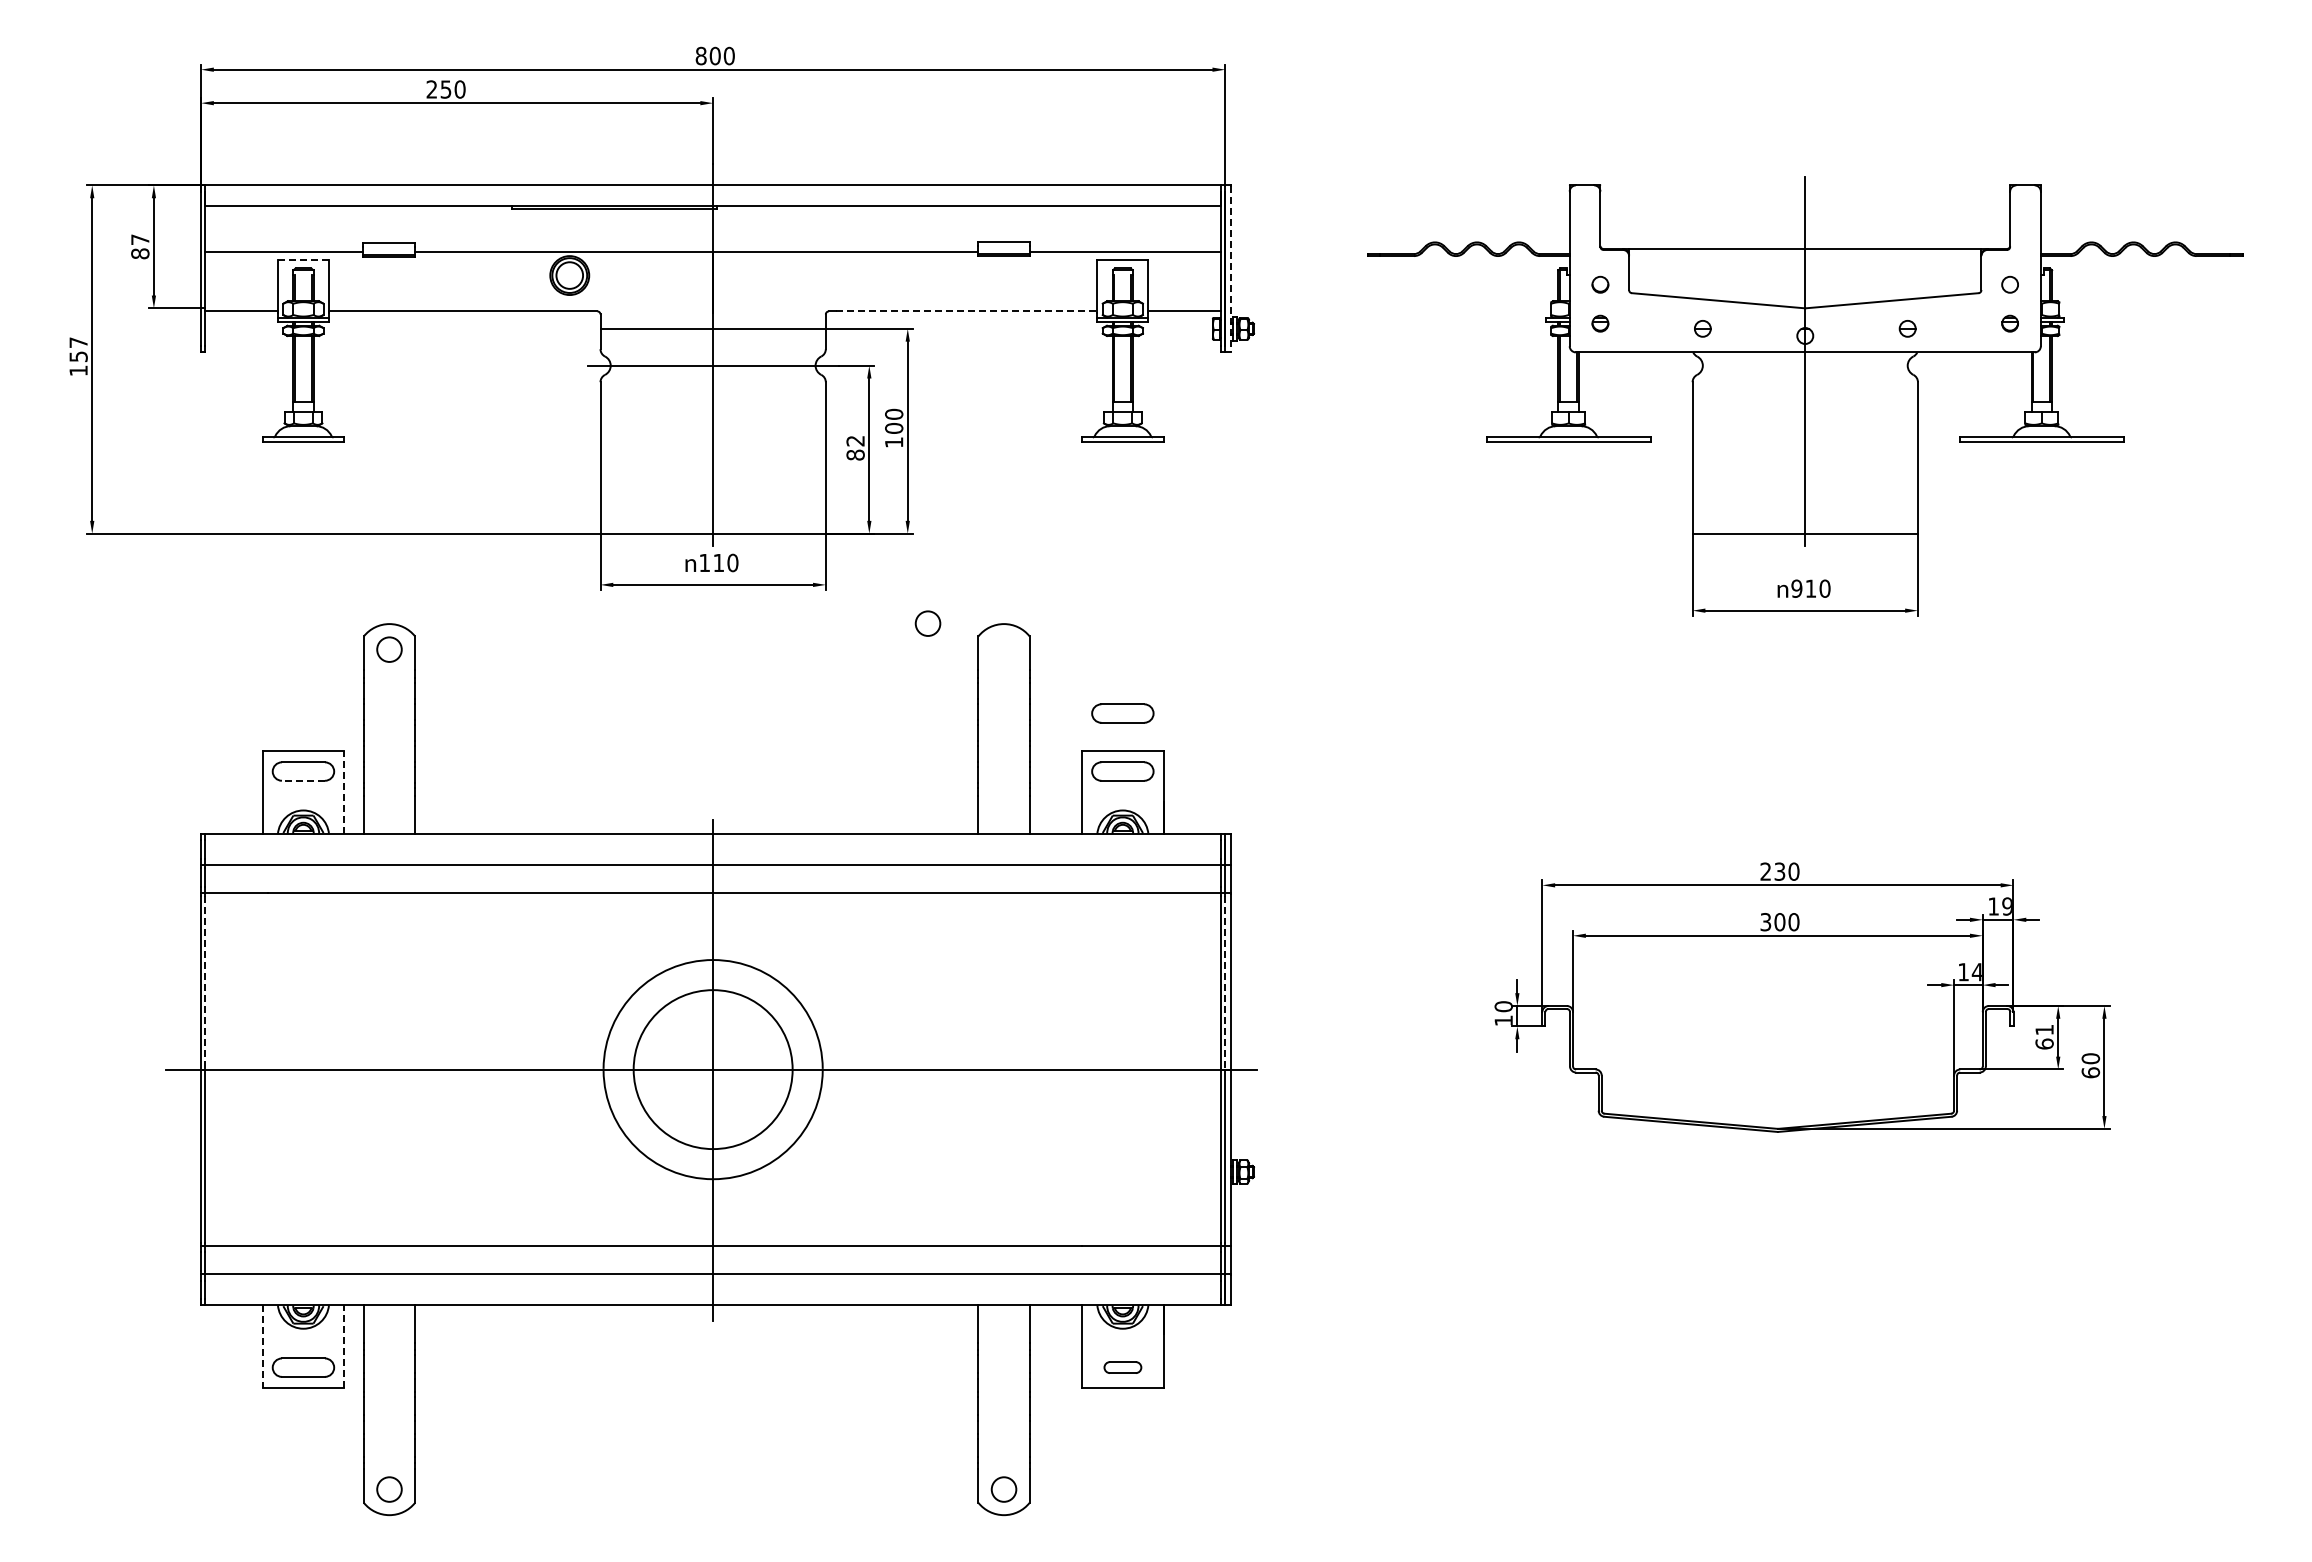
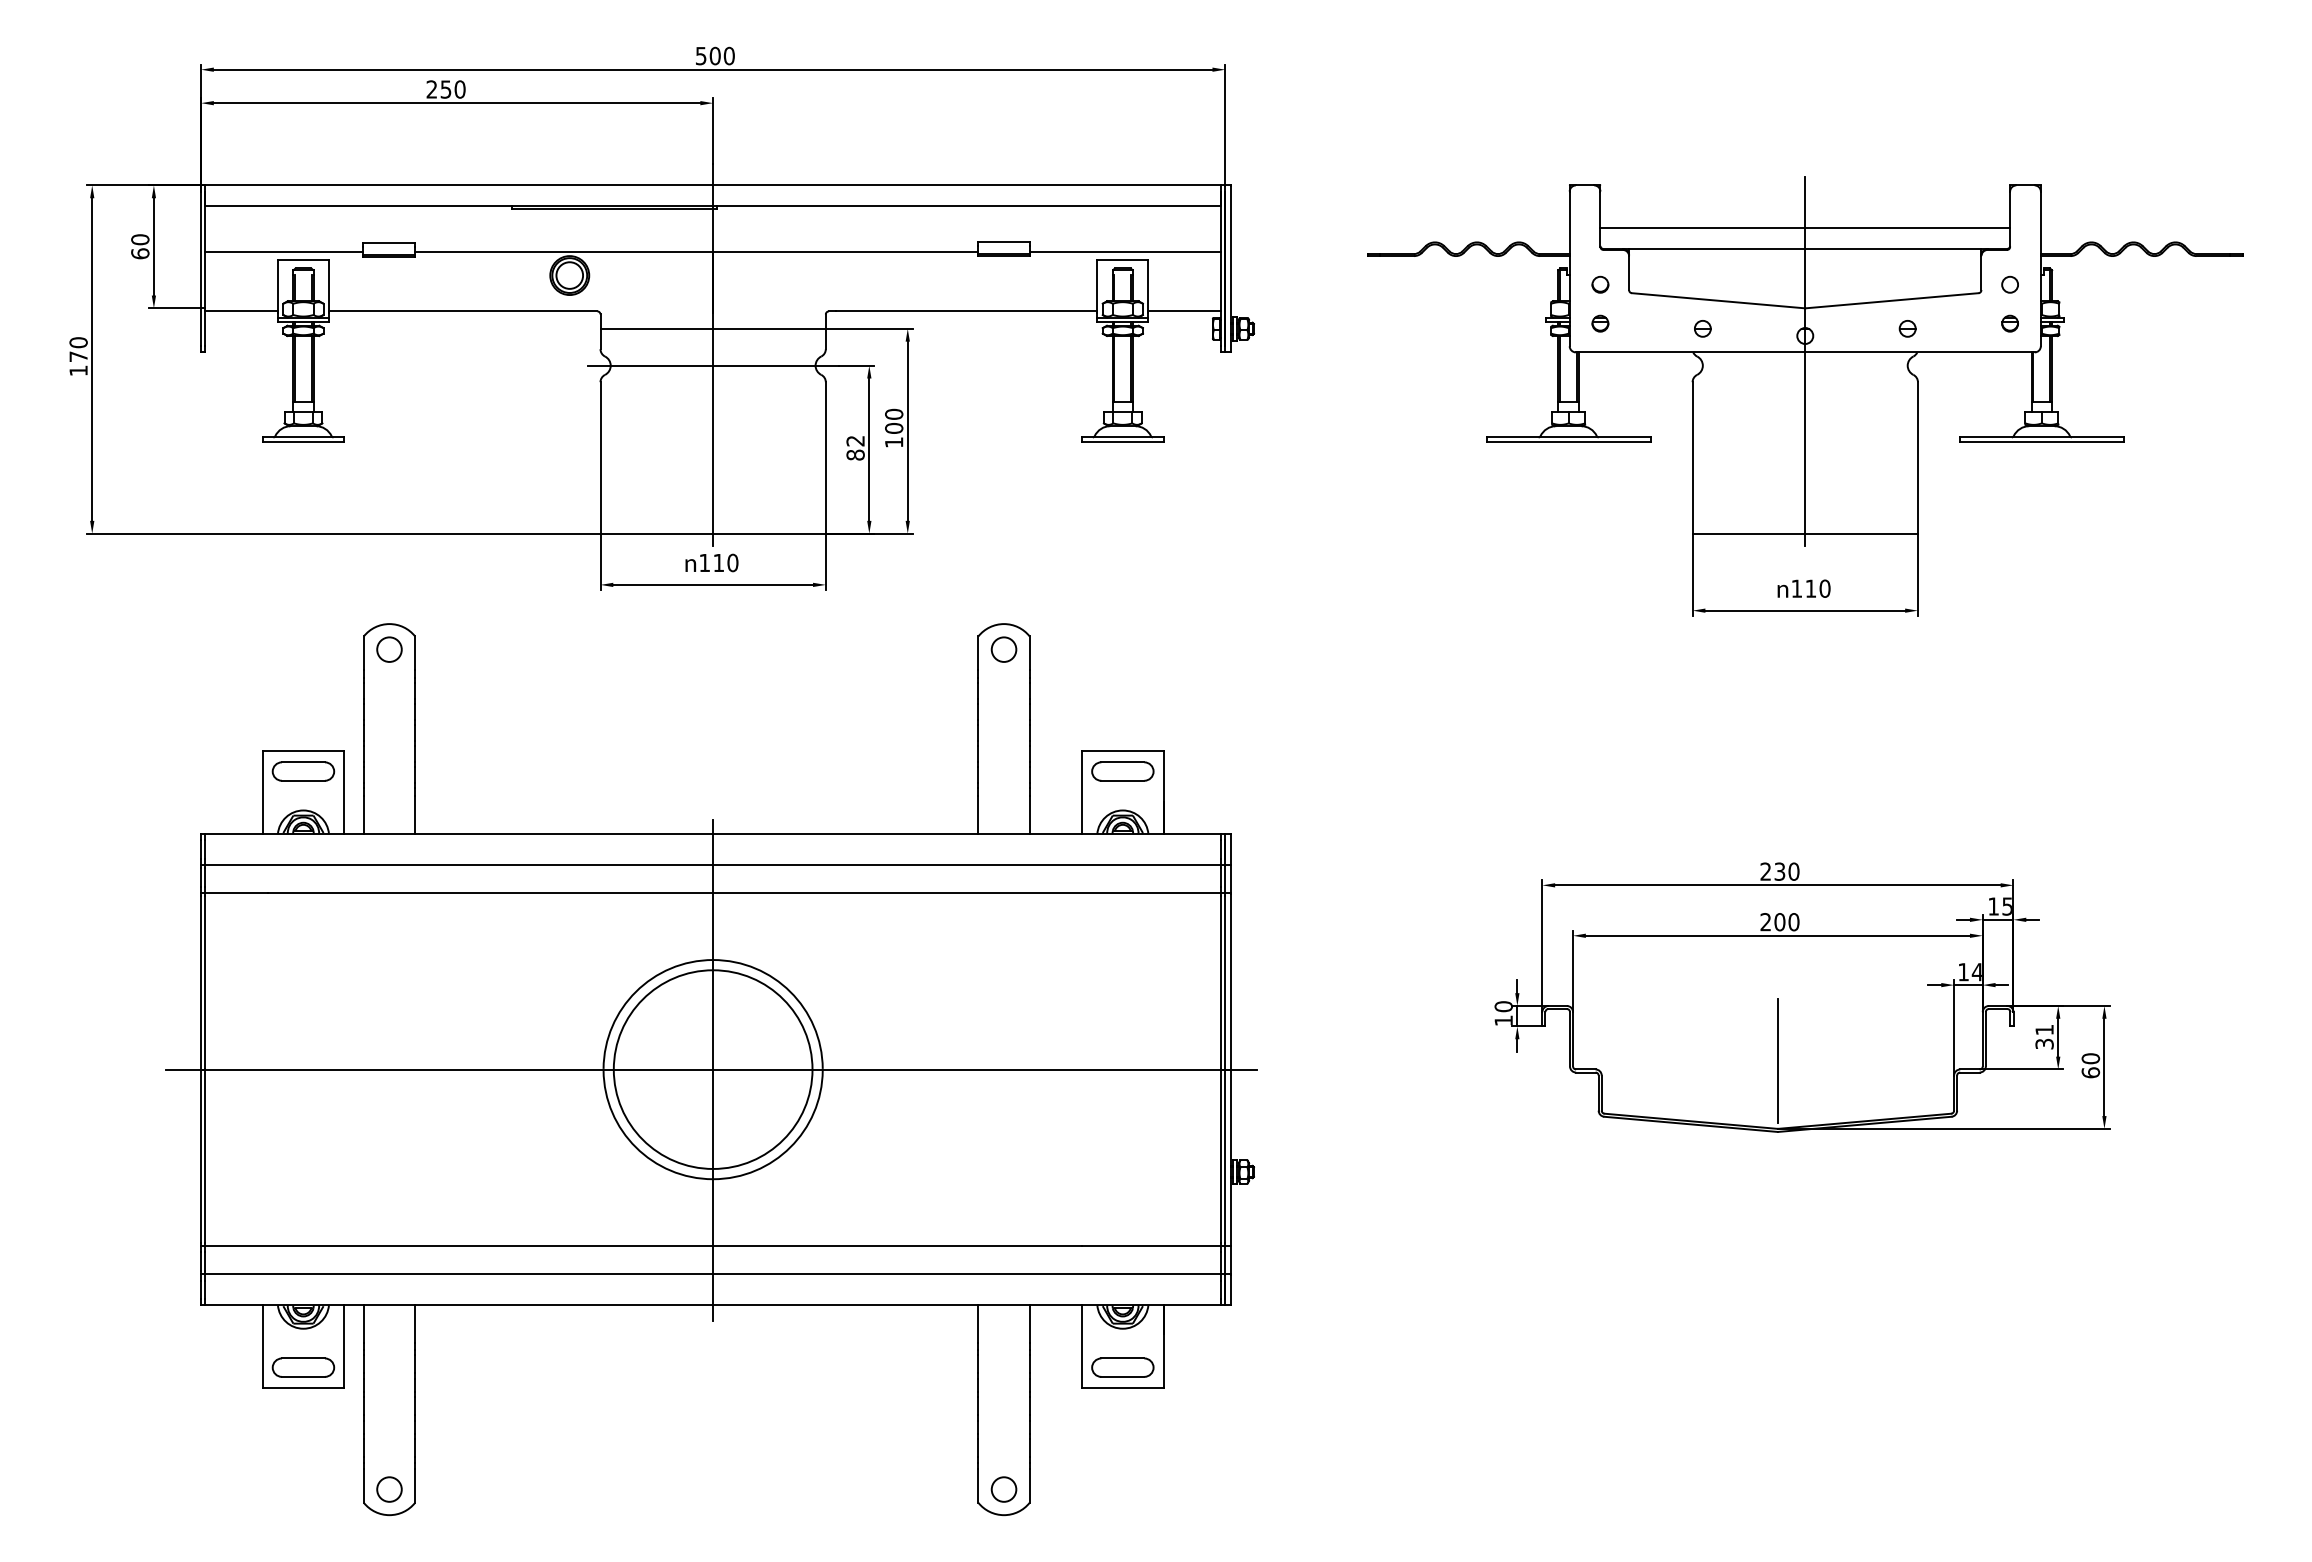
text at (700, 55): 800 -> 500
line at (1805, 228): none -> present
text at (140, 246): 87 -> 60
line at (303, 260): dashed -> solid
line at (1231, 269): dashed -> solid
line at (966, 311): dashed -> solid
text at (78, 349): 157 -> 170
text at (1796, 588): 910 -> 110
circle at (927, 623) position: (927, 623) -> (1003, 649)
part at (1122, 713): present -> none
line at (303, 780): dashed -> solid
line at (344, 792): dashed -> solid
text at (2006, 906): 19 -> 15
text at (1765, 922): 300 -> 200
line at (205, 982): dashed -> solid
line at (1225, 982): dashed -> solid
text at (2044, 1043): 61 -> 31
line at (1777, 1061): none -> present
circle at (712, 1069) diameter: 159 px -> 199 px
line at (344, 1346): dashed -> solid
line at (262, 1347): dashed -> solid
part at (1122, 1367) size: 40x13 px -> 64x21 px
